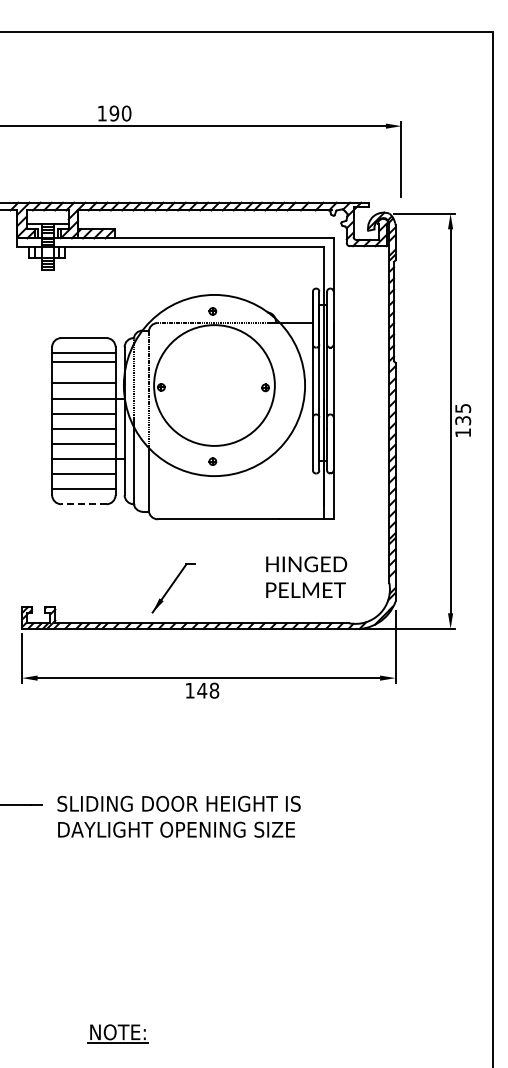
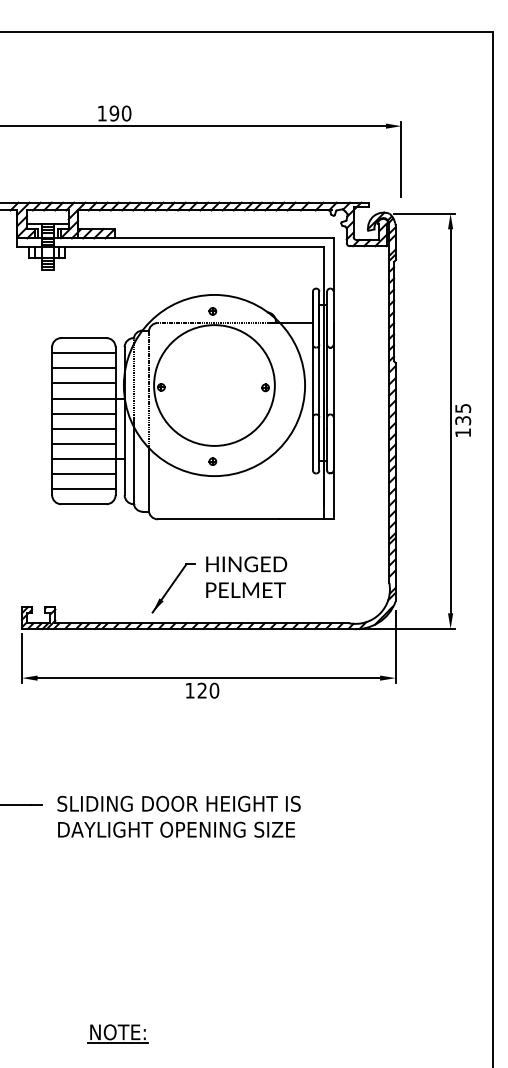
line at (83, 362) position: (83, 362) -> (83, 368)
line at (83, 504): dashed -> solid
text at (306, 576) position: (306, 576) -> (246, 576)
text at (208, 690): 148 -> 120
